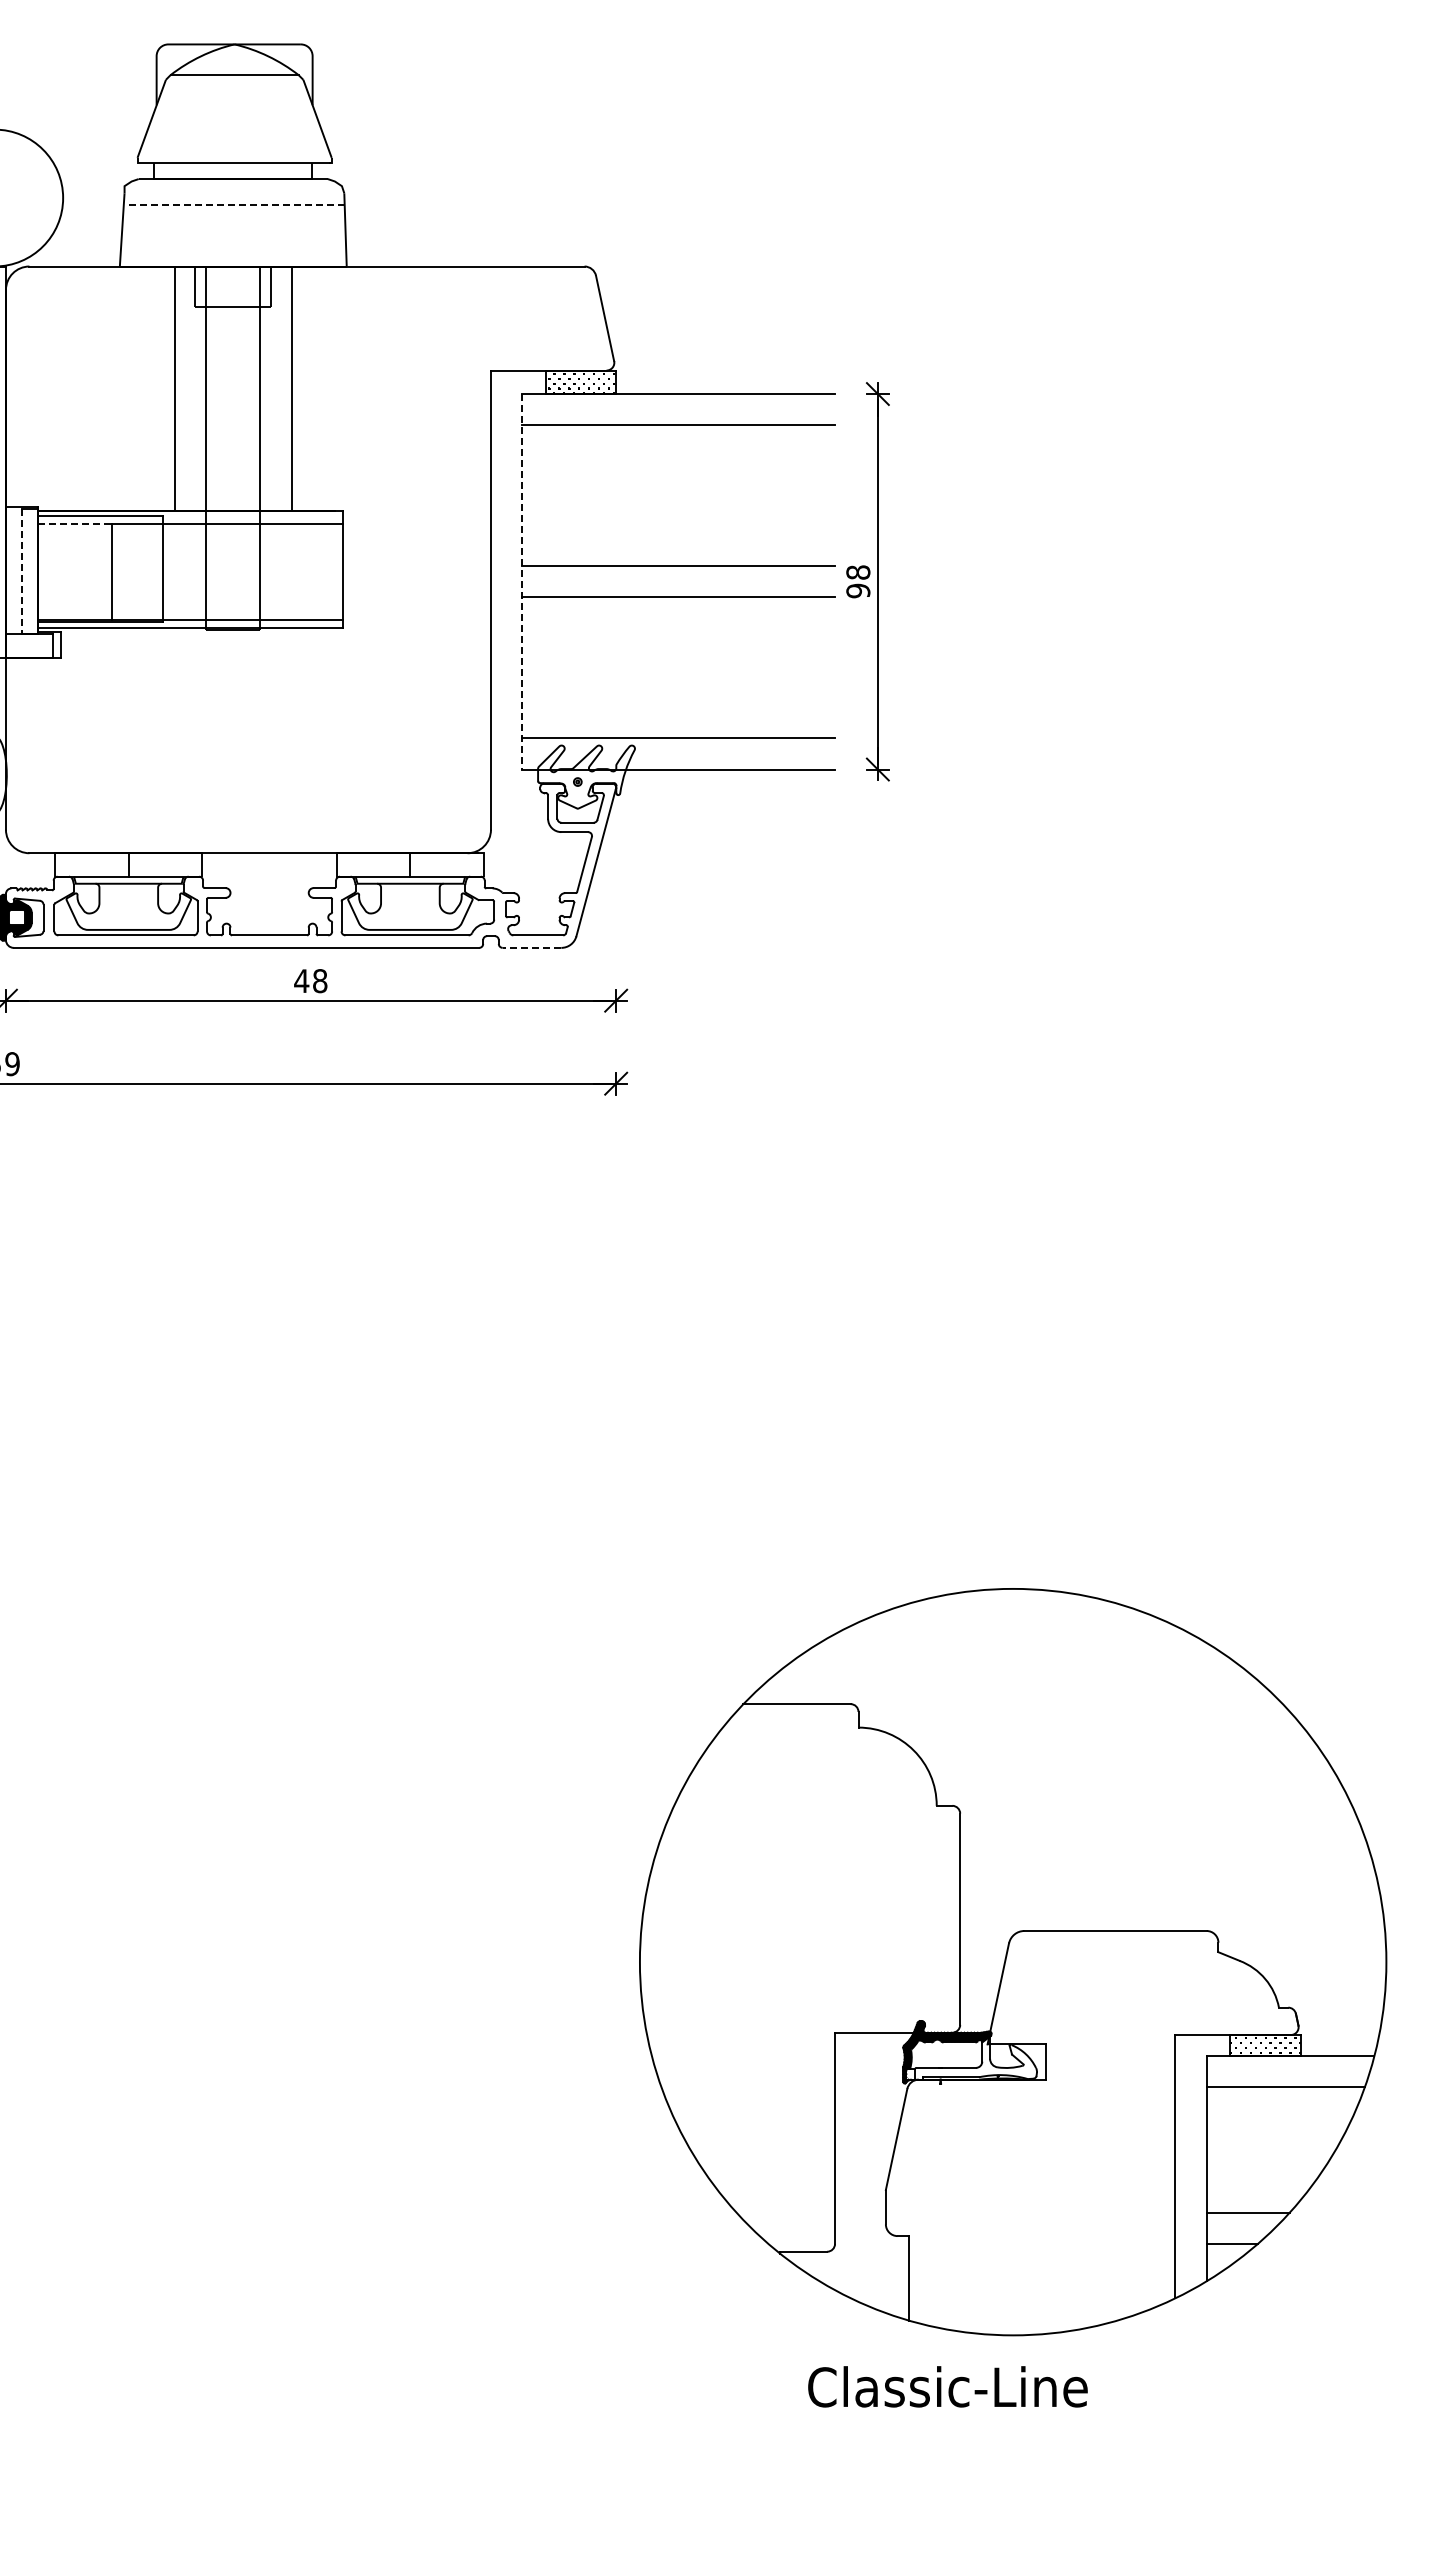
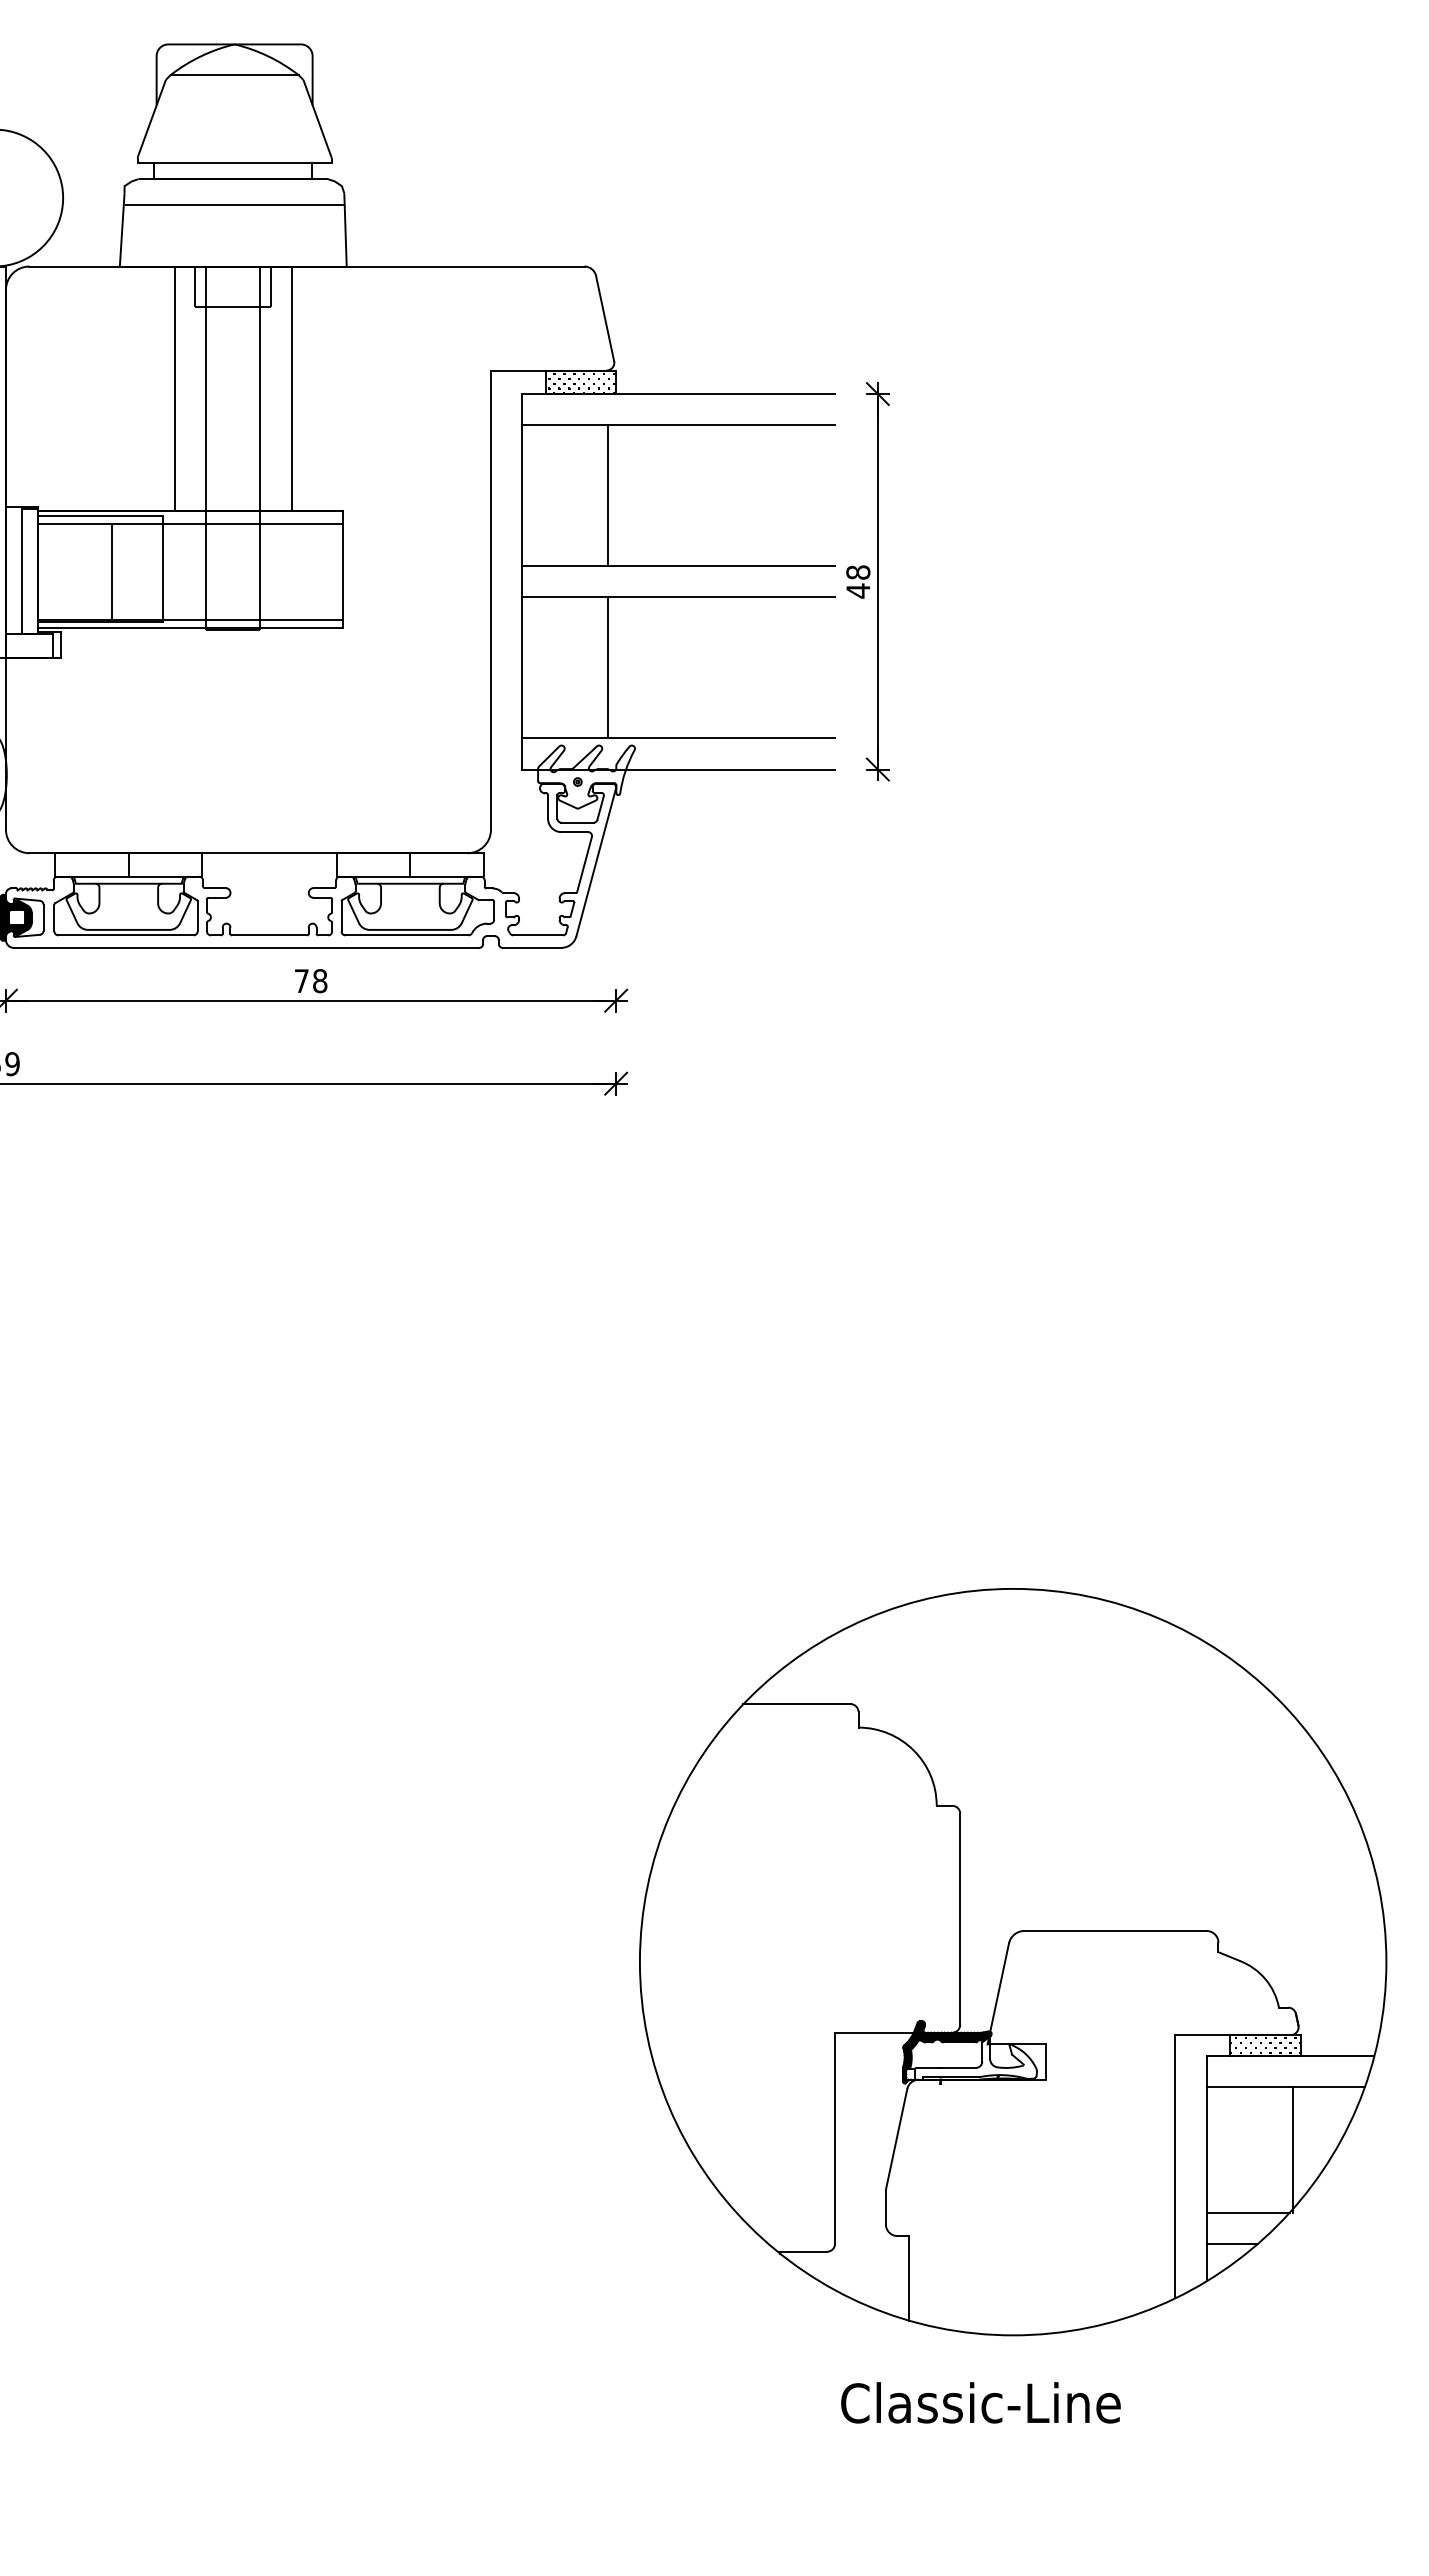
line at (234, 205): dashed -> solid
line at (608, 495): none -> present
line at (75, 523): dashed -> solid
line at (22, 571): dashed -> solid
line at (522, 581): dashed -> solid
text at (858, 590): 98 -> 48
line at (608, 667): none -> present
line at (531, 947): dashed -> solid
text at (301, 980): 48 -> 78
line at (1292, 2149): none -> present
text at (947, 2386) position: (947, 2386) -> (980, 2402)
